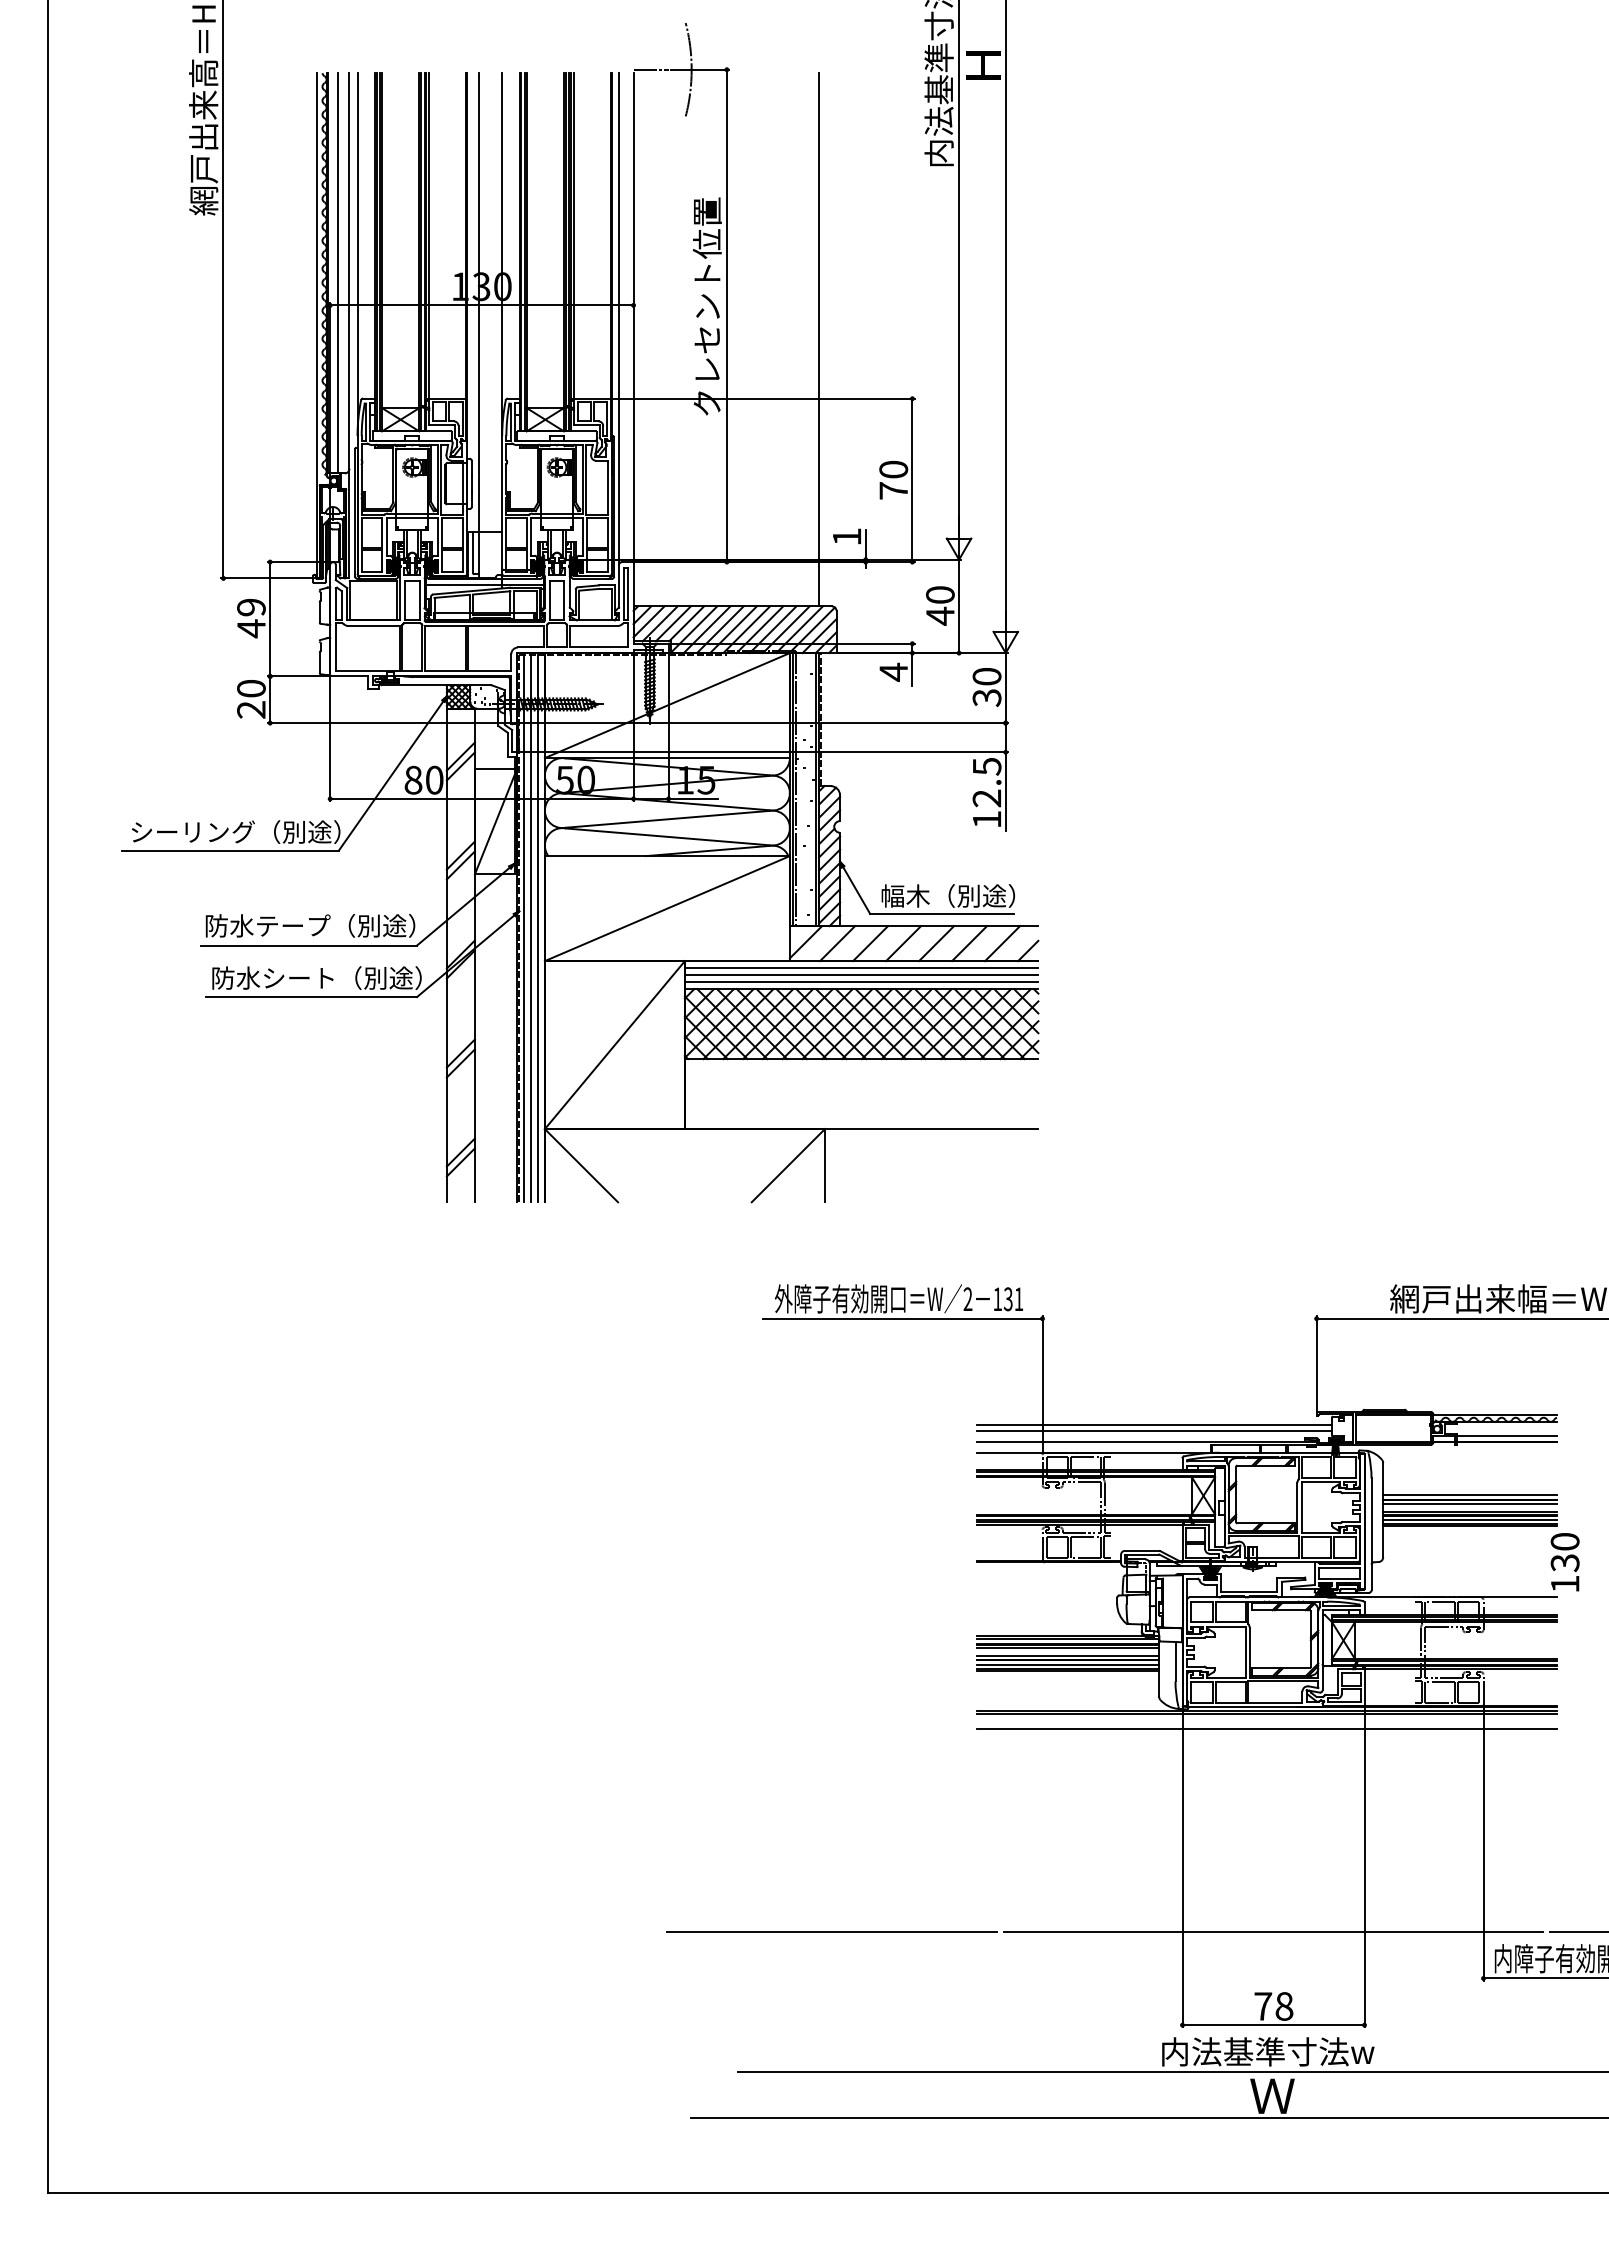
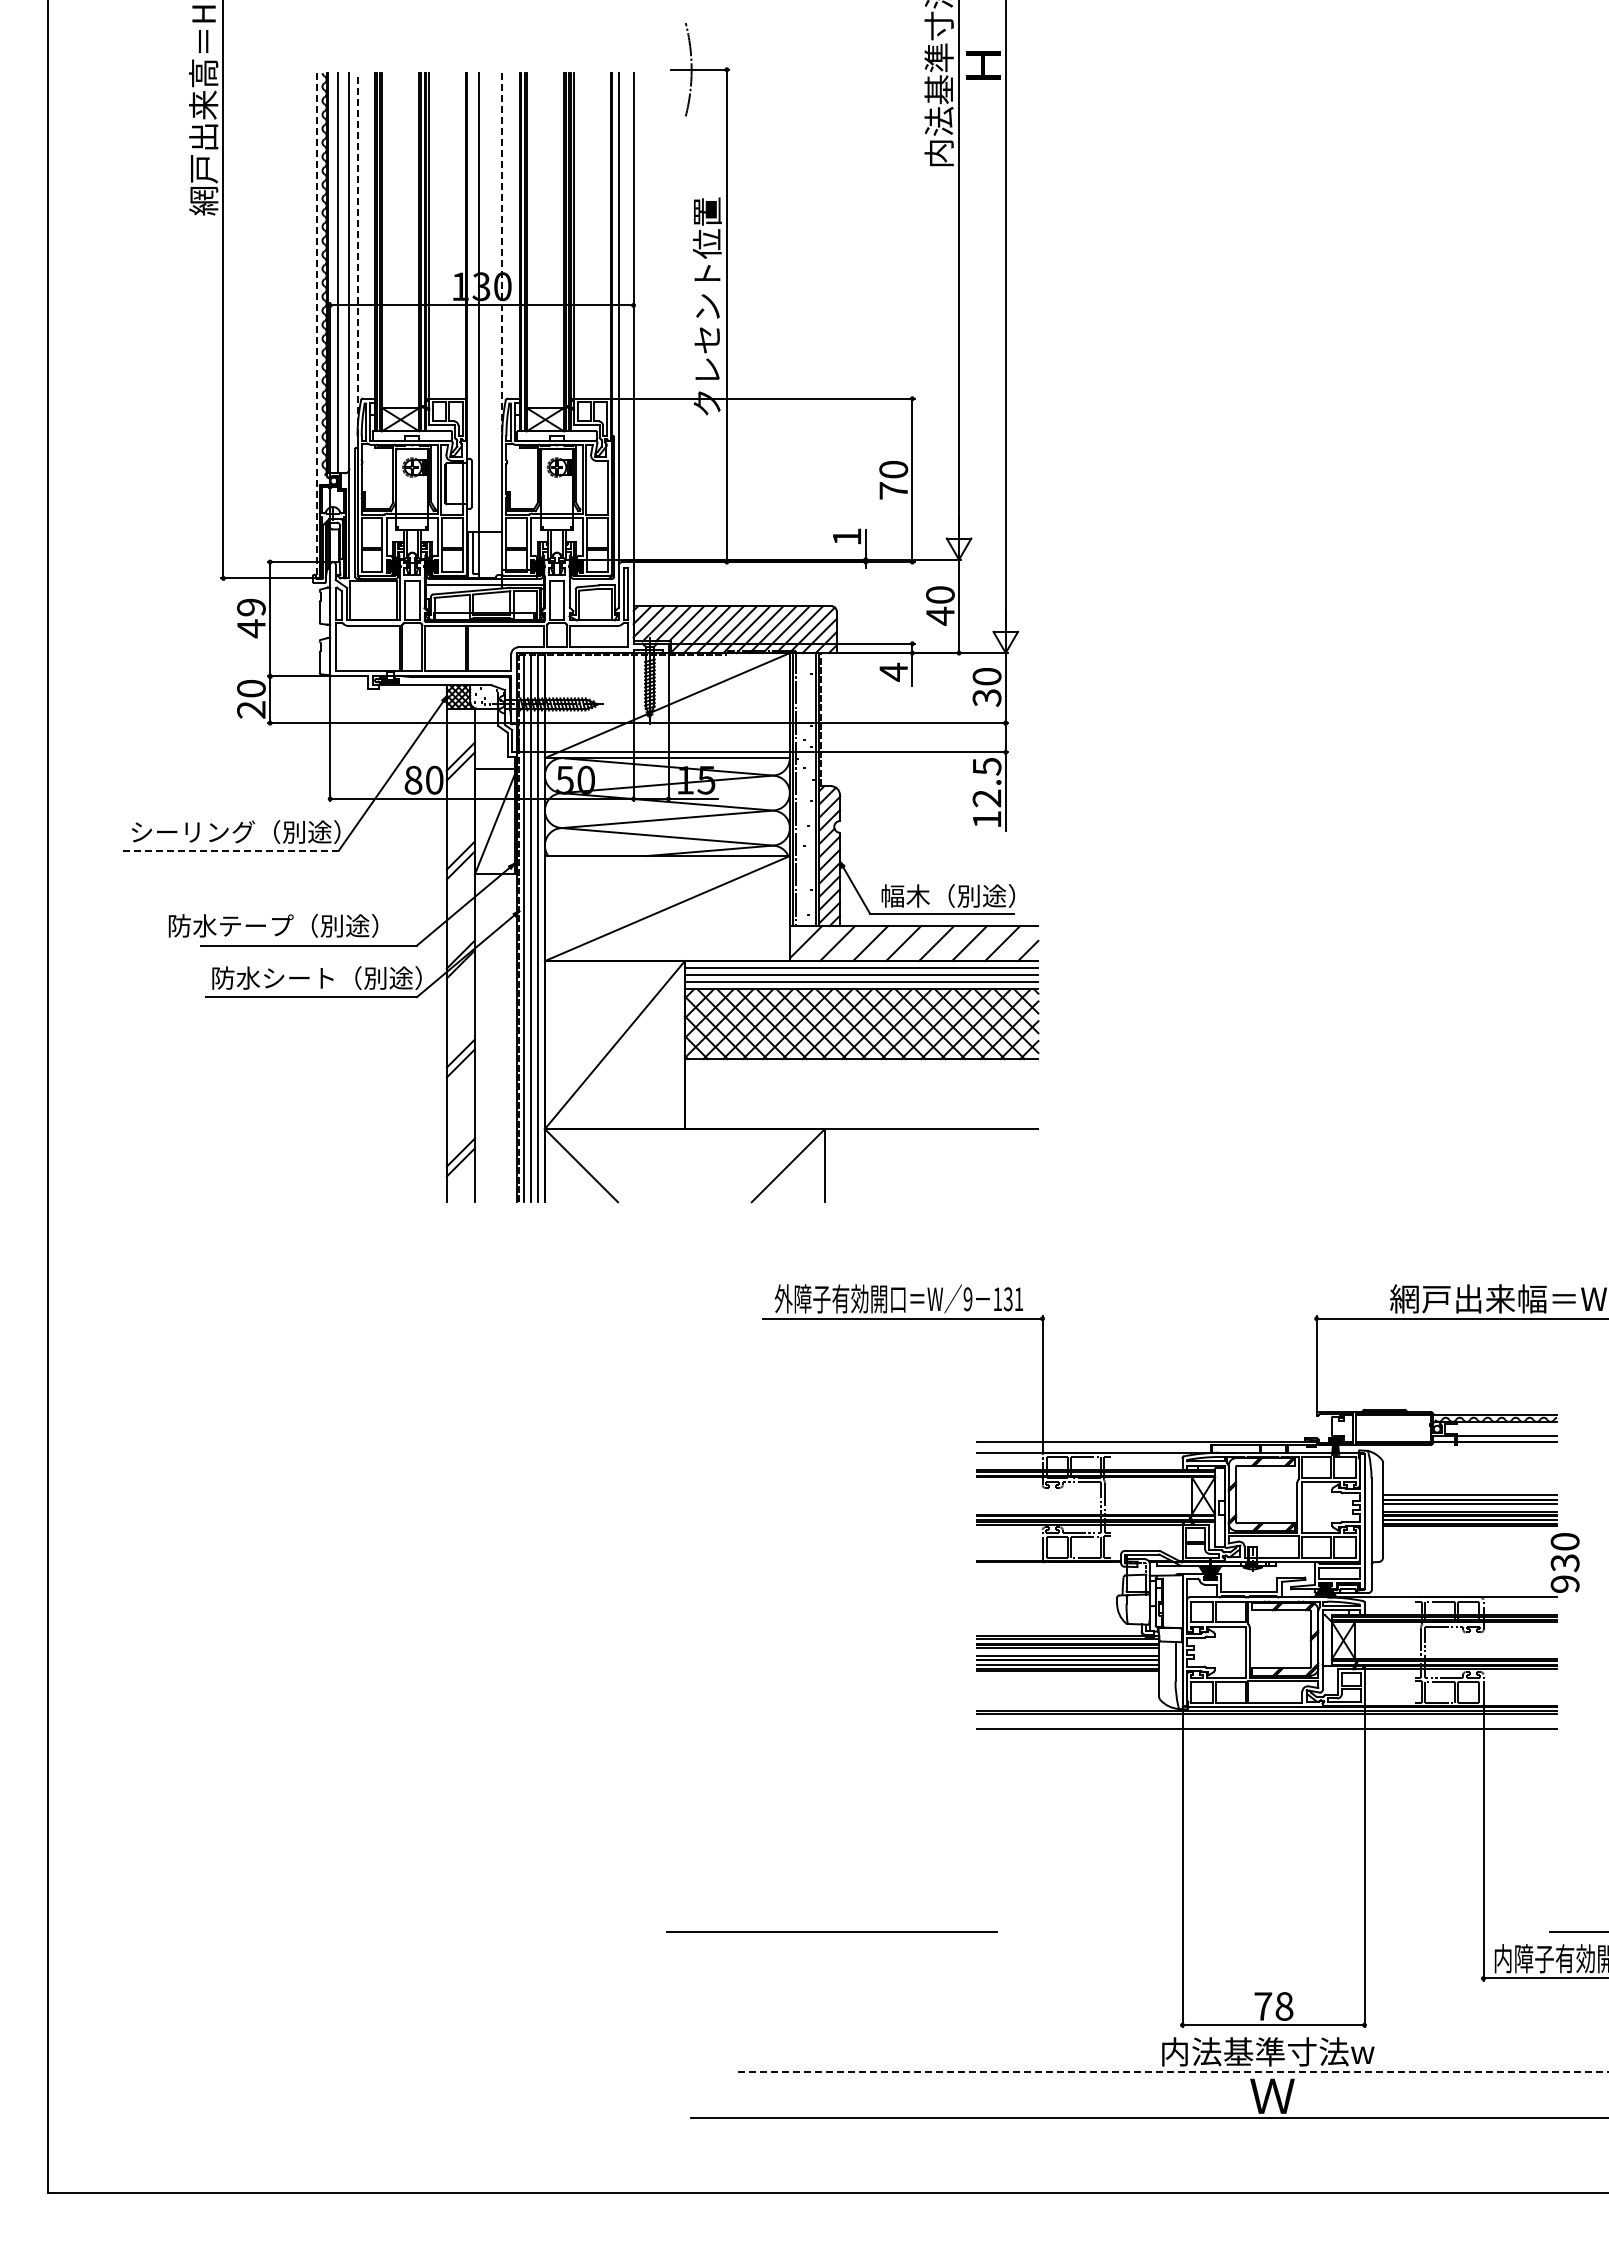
line at (650, 69): present -> none
line at (357, 254): solid -> dashed
line at (502, 255): solid -> dashed
line at (316, 325): solid -> dashed
line at (819, 339): present -> none
line at (230, 850): solid -> dashed
text at (310, 925) position: (310, 925) -> (273, 925)
text at (967, 1299): 2 -> 9
line at (1154, 1425): present -> none
line at (1154, 1431): present -> none
text at (1564, 1583): 130 -> 930
line at (1273, 1931): present -> none
line at (1173, 2071): solid -> dashed
